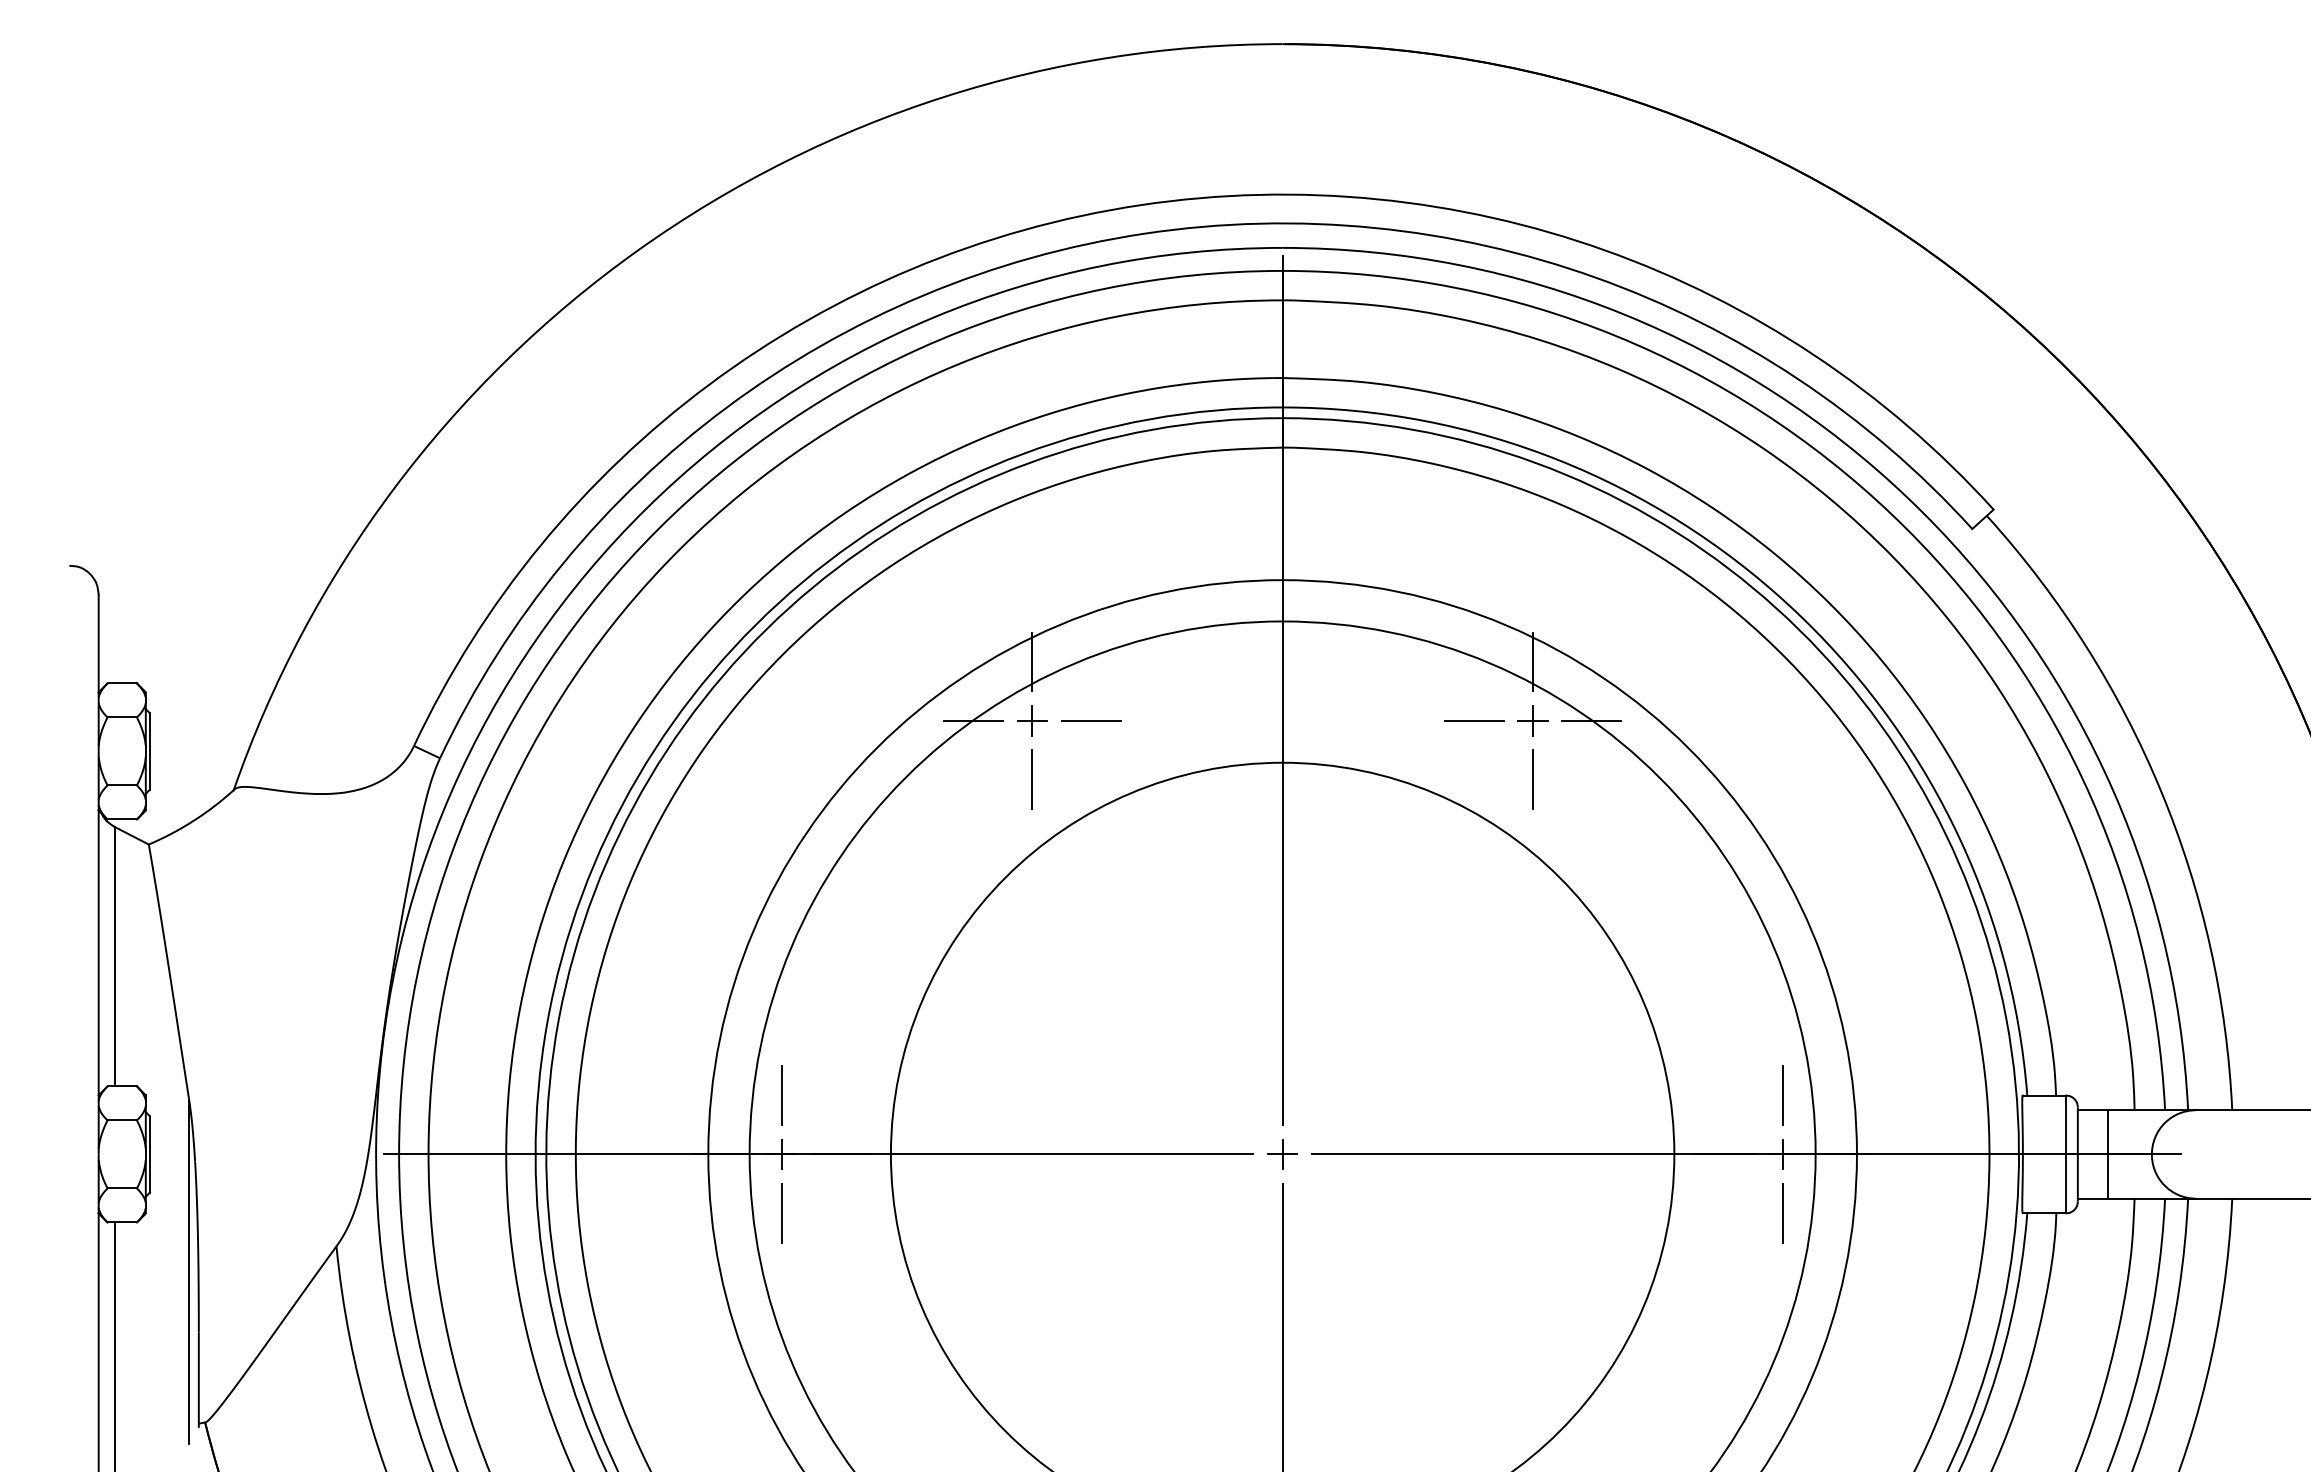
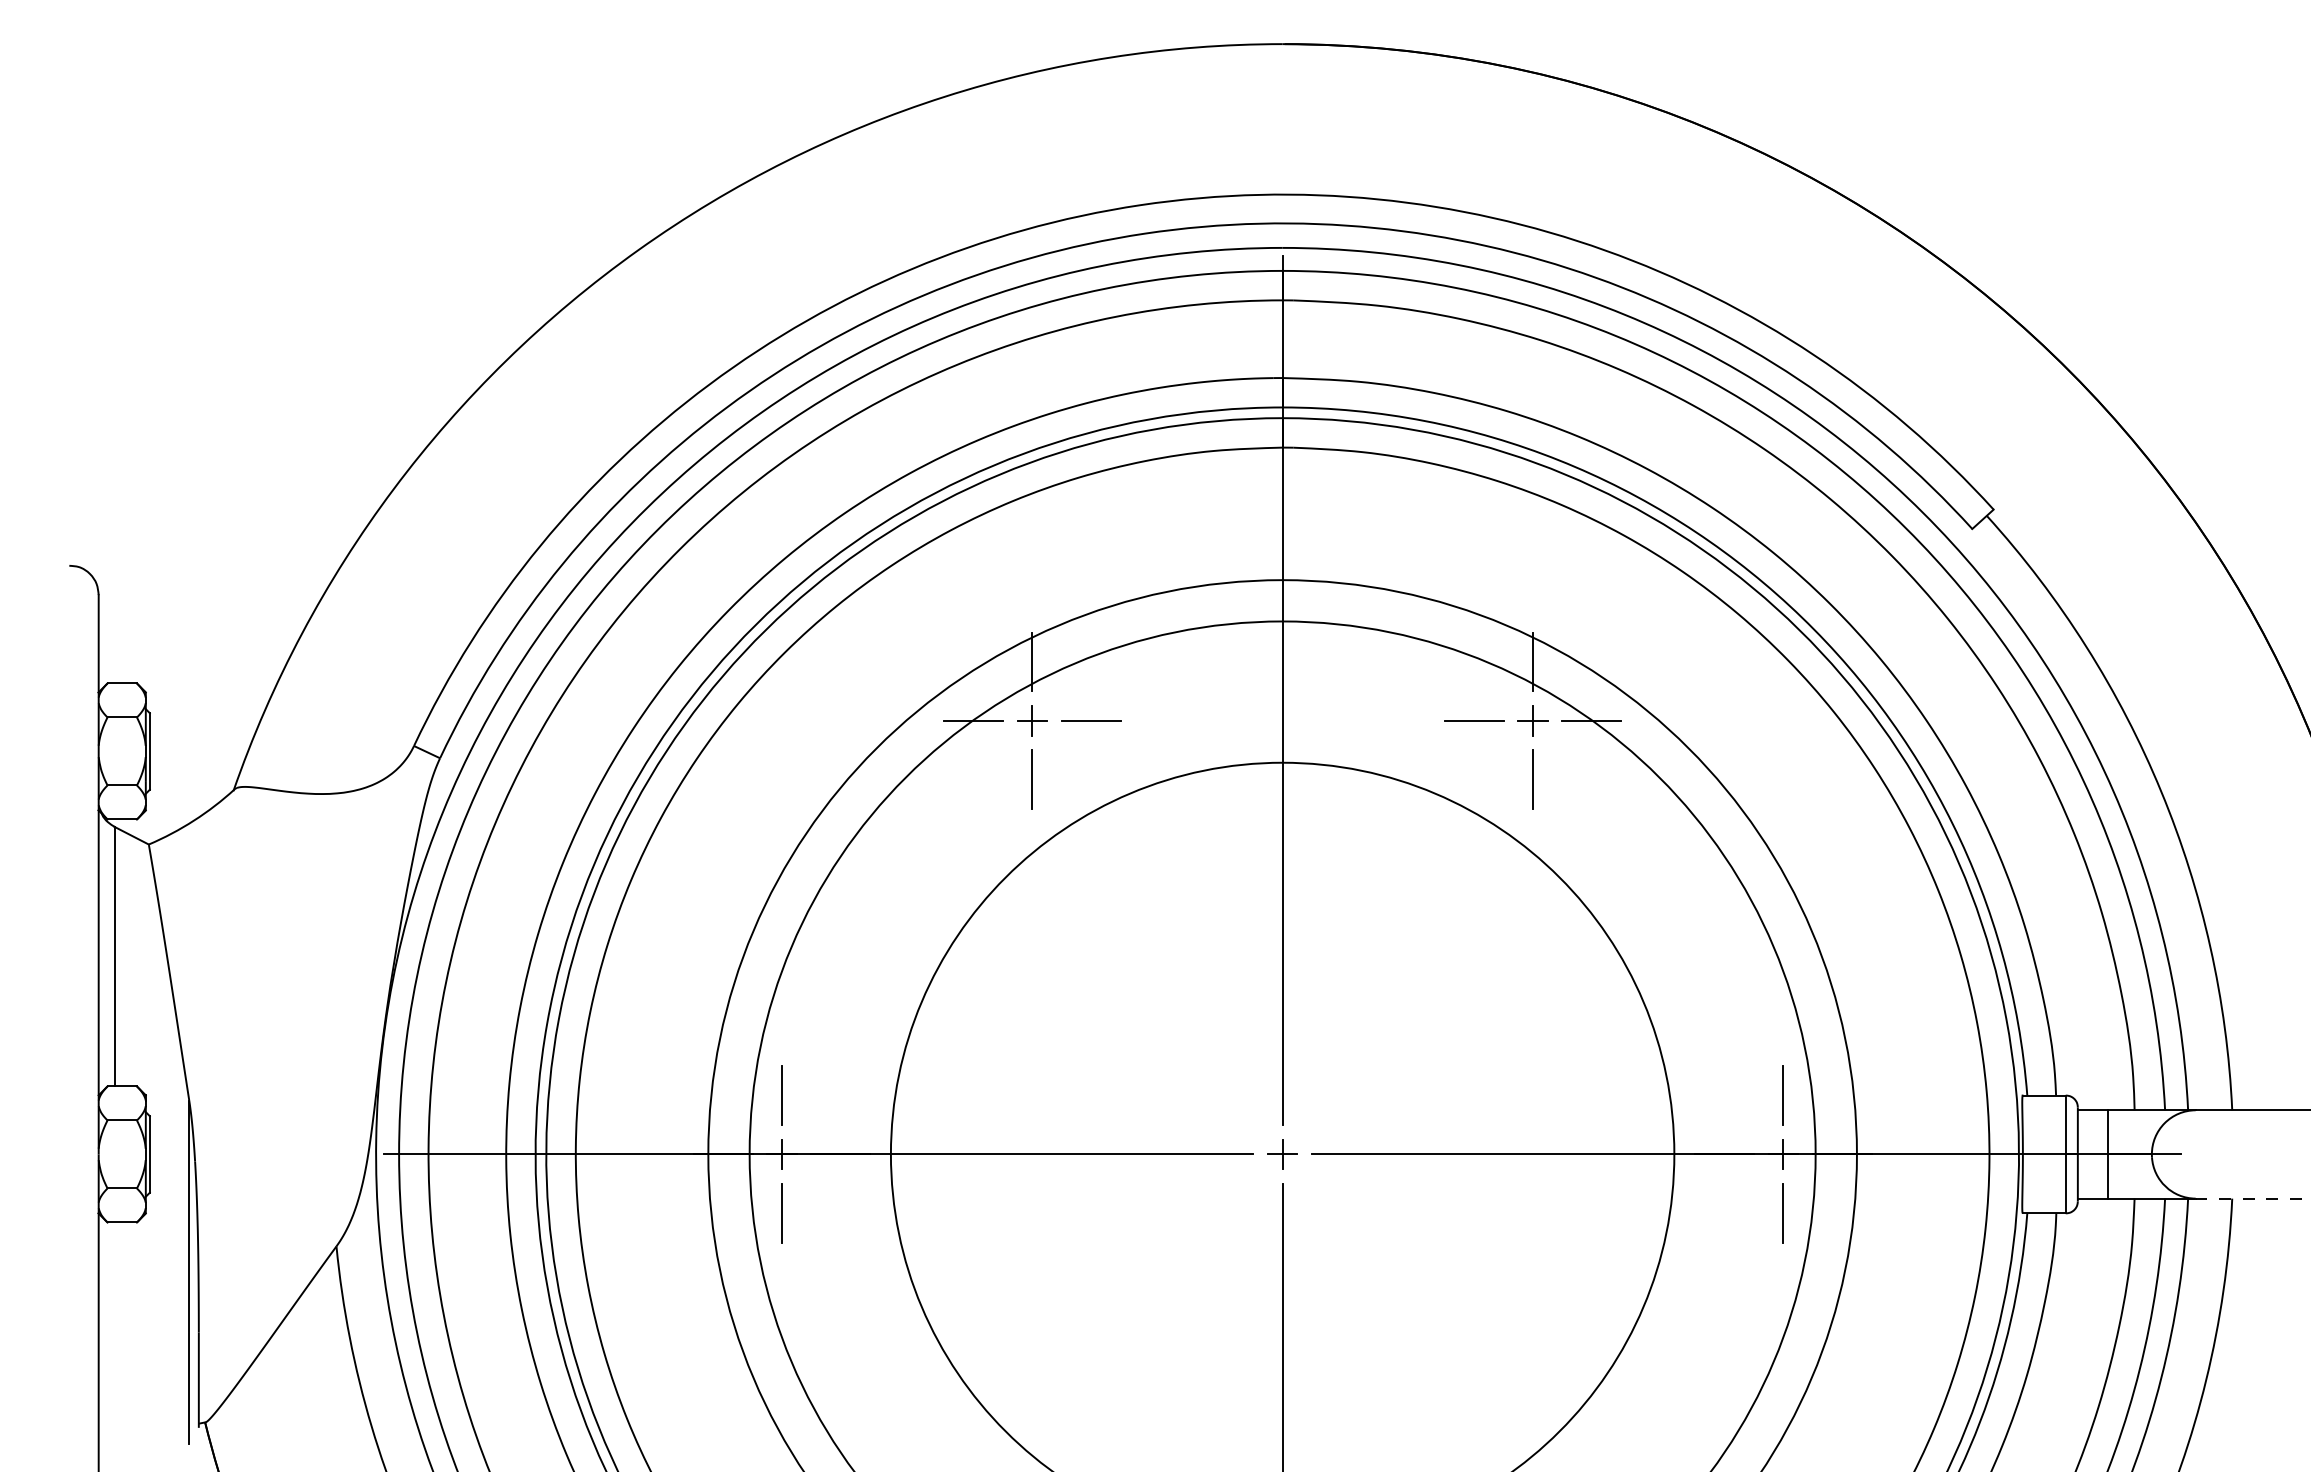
line at (2253, 1198): solid -> dashed
line at (114, 1345): present -> none
